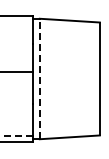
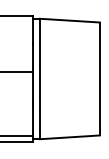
line at (39, 78): dashed -> solid
line at (16, 135): dashed -> solid
